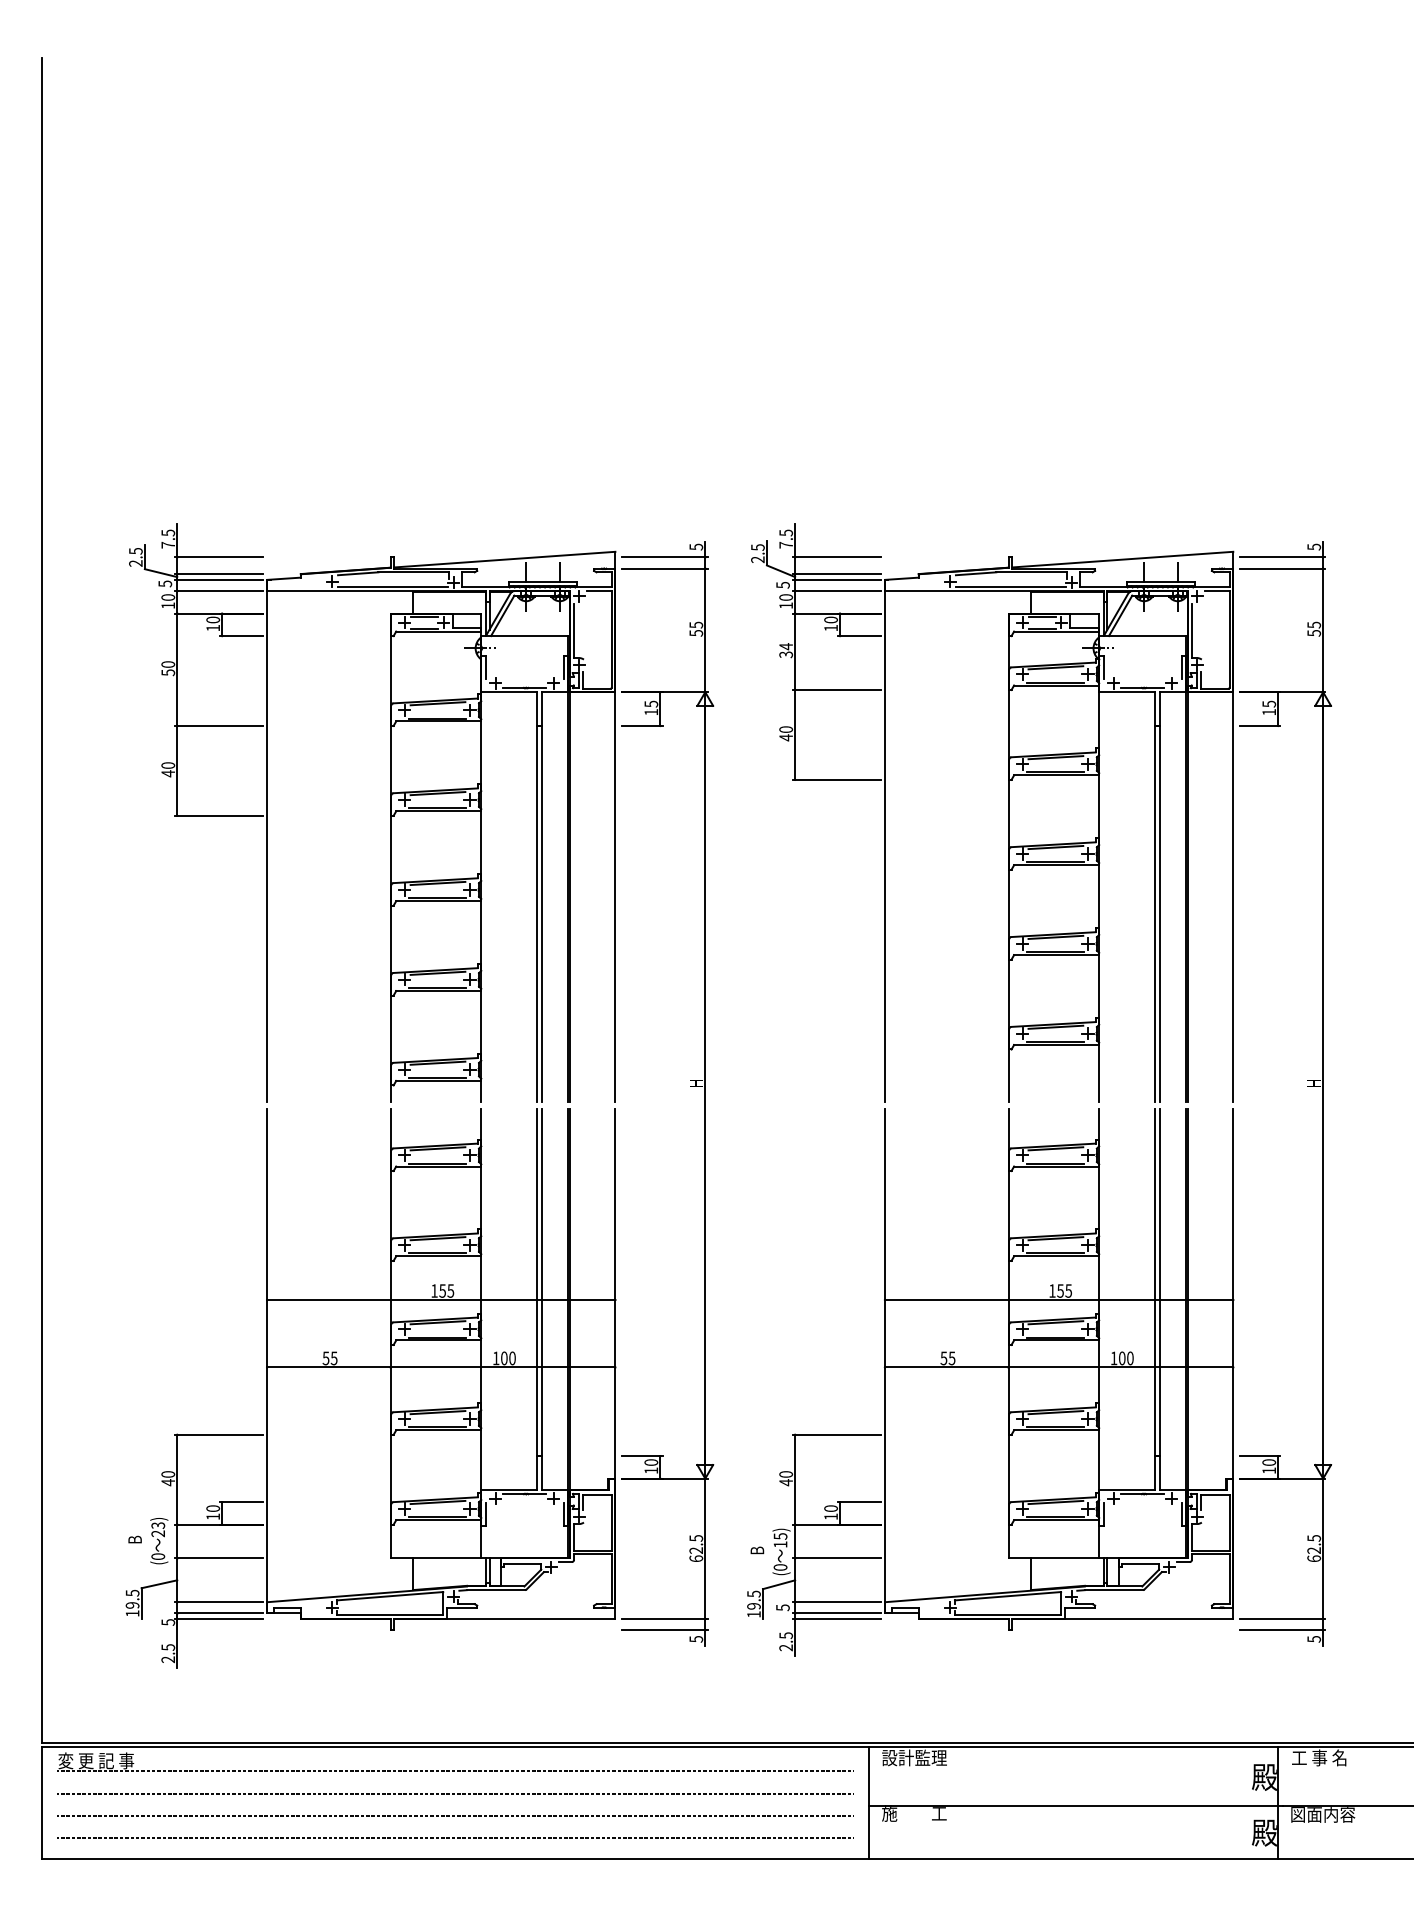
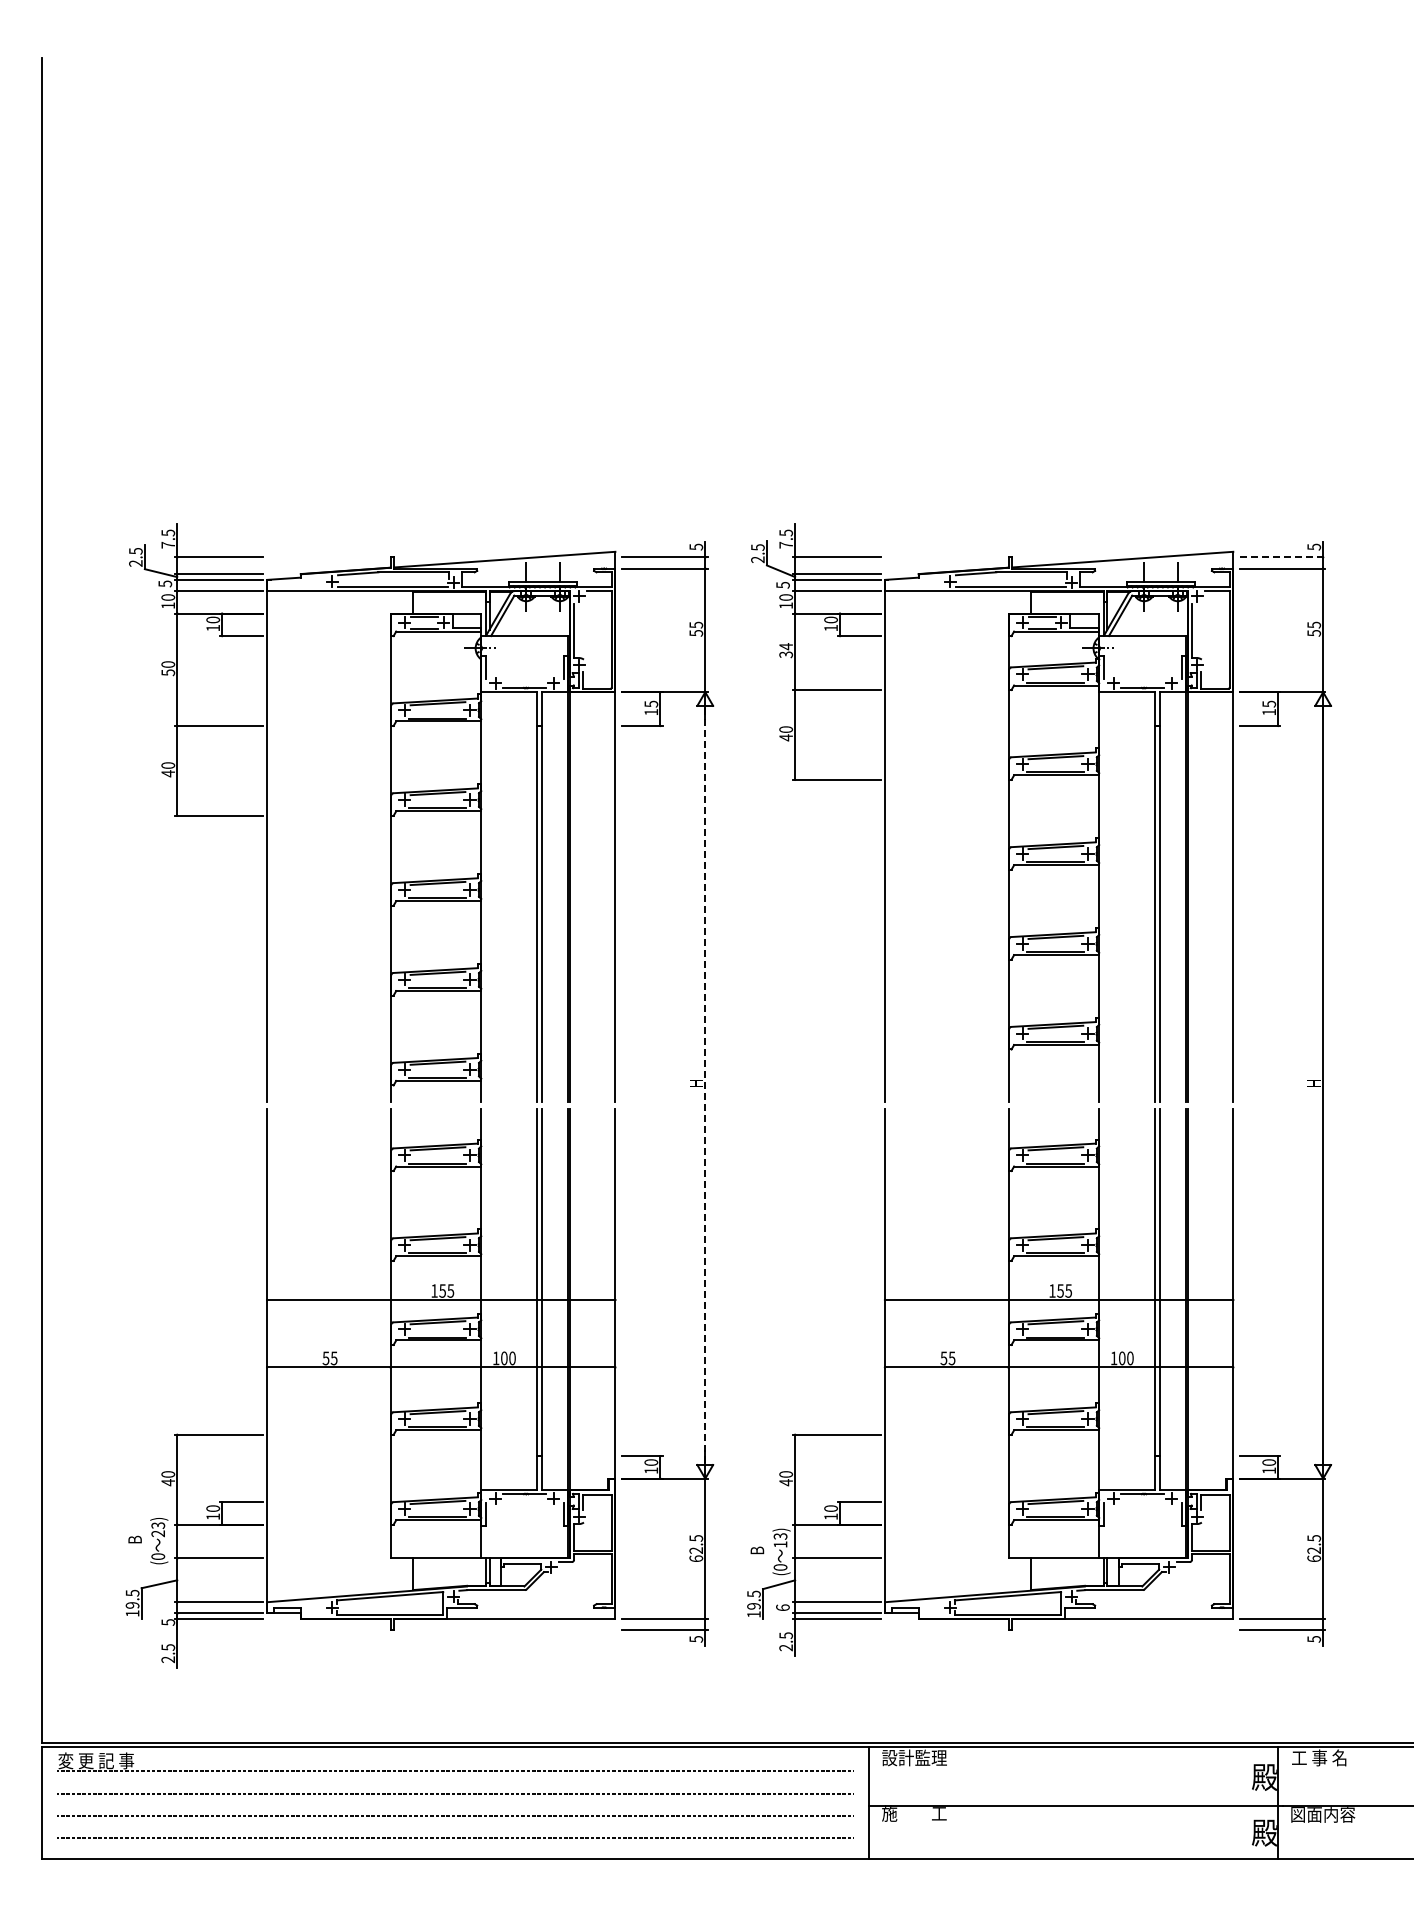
line at (1282, 557): solid -> dashed
line at (705, 1085): solid -> dashed
text at (779, 1536): 15) -> 13)
text at (782, 1607): 5 -> 6
